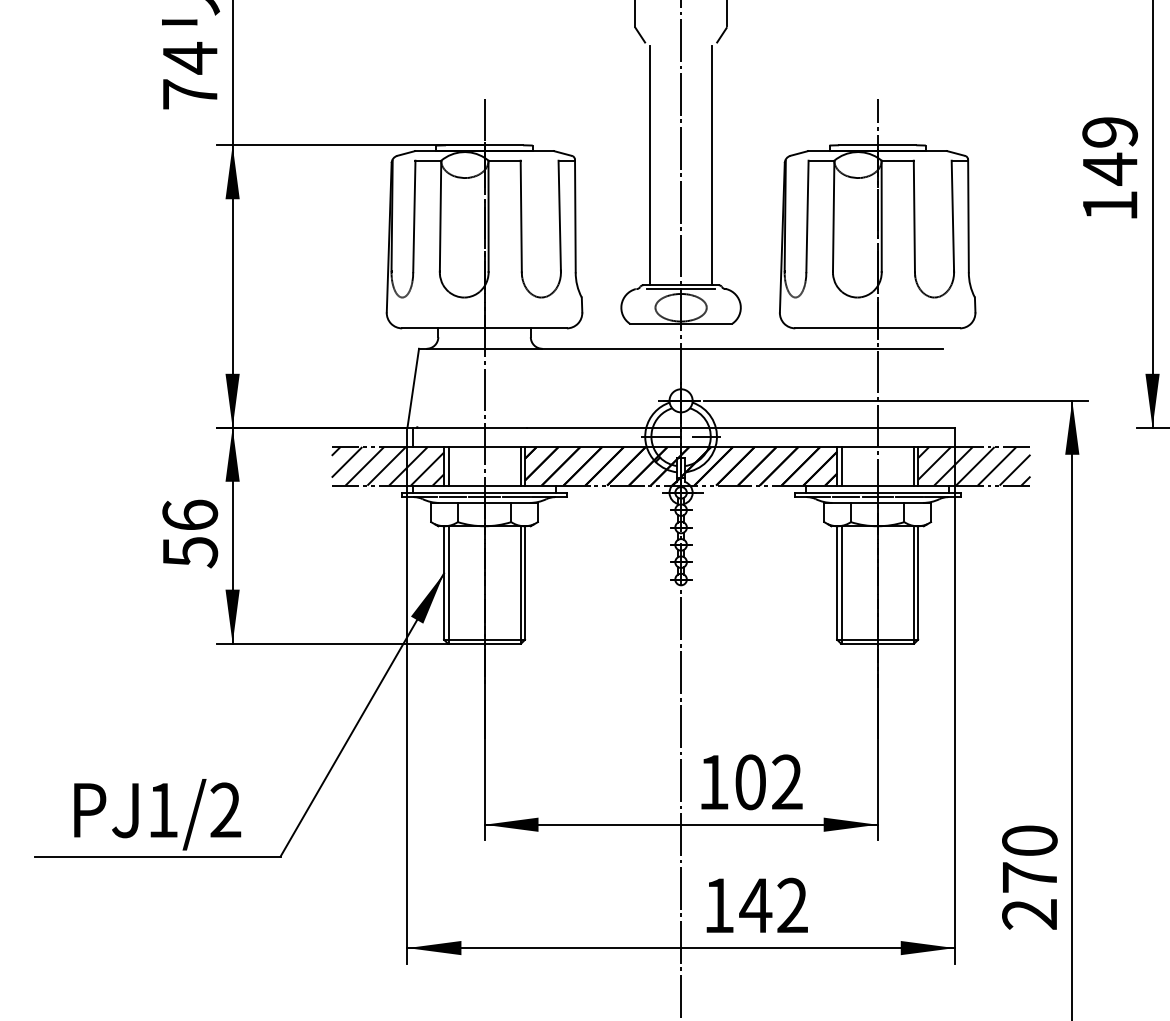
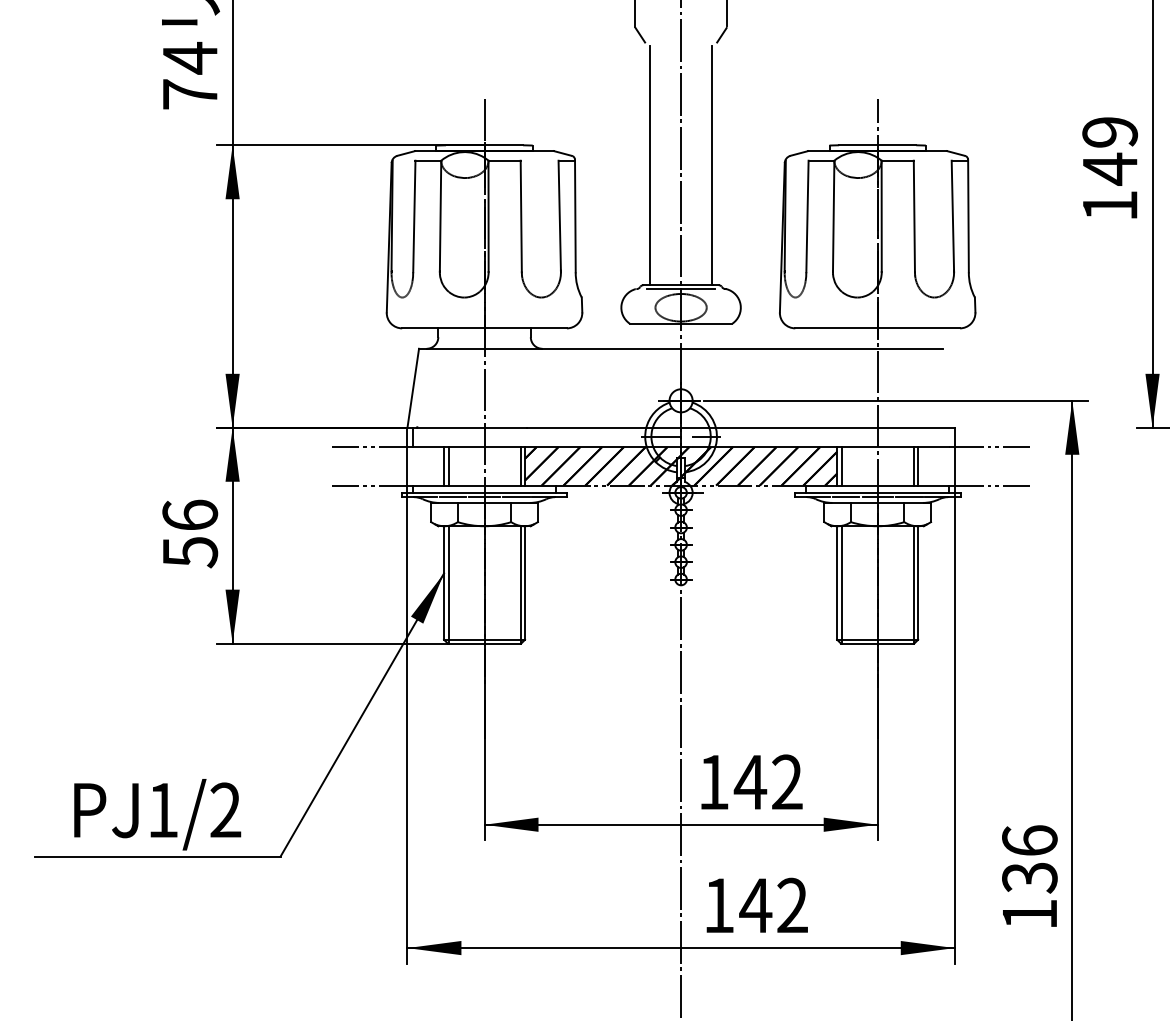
hatch at (387, 466): present -> none
hatch at (974, 466): present -> none
text at (750, 782): 102 -> 142
text at (1029, 877): 270 -> 136
